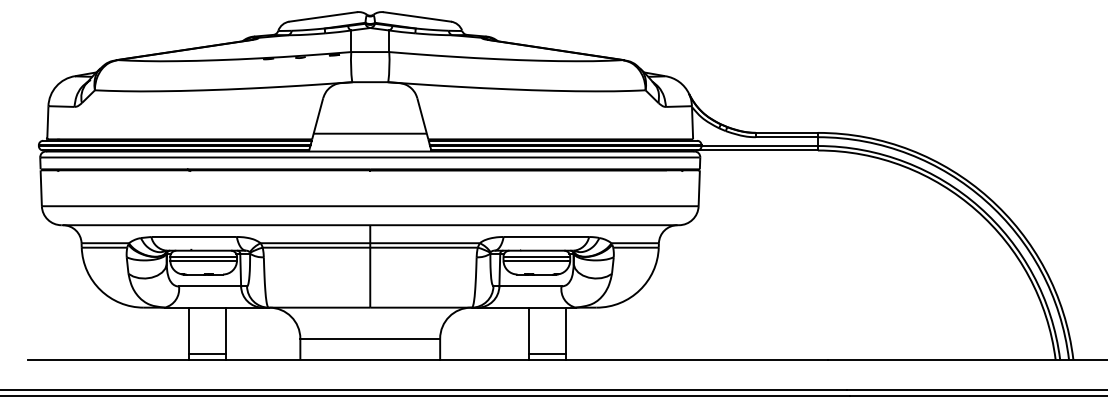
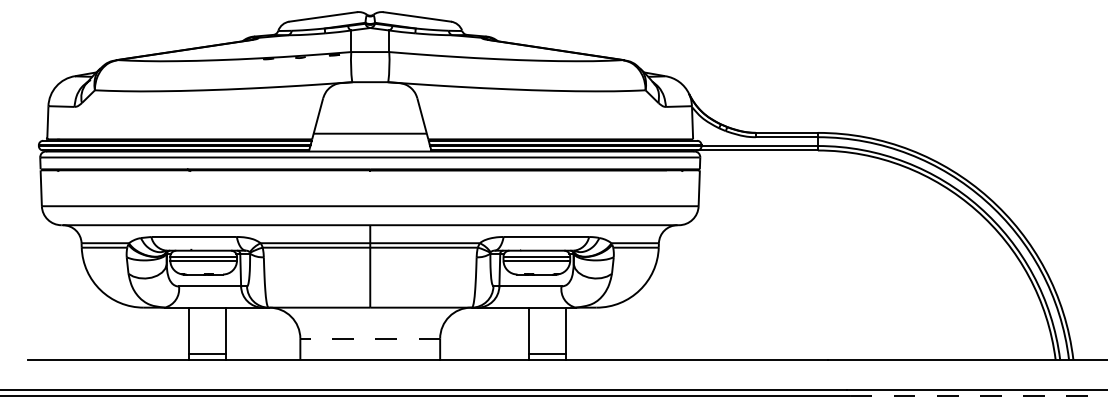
line at (370, 338): solid -> dashed
line at (978, 395): solid -> dashed
